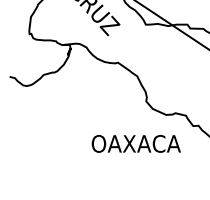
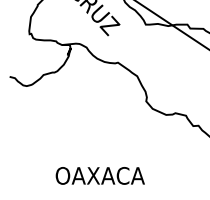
text at (135, 143) position: (135, 143) -> (99, 175)
